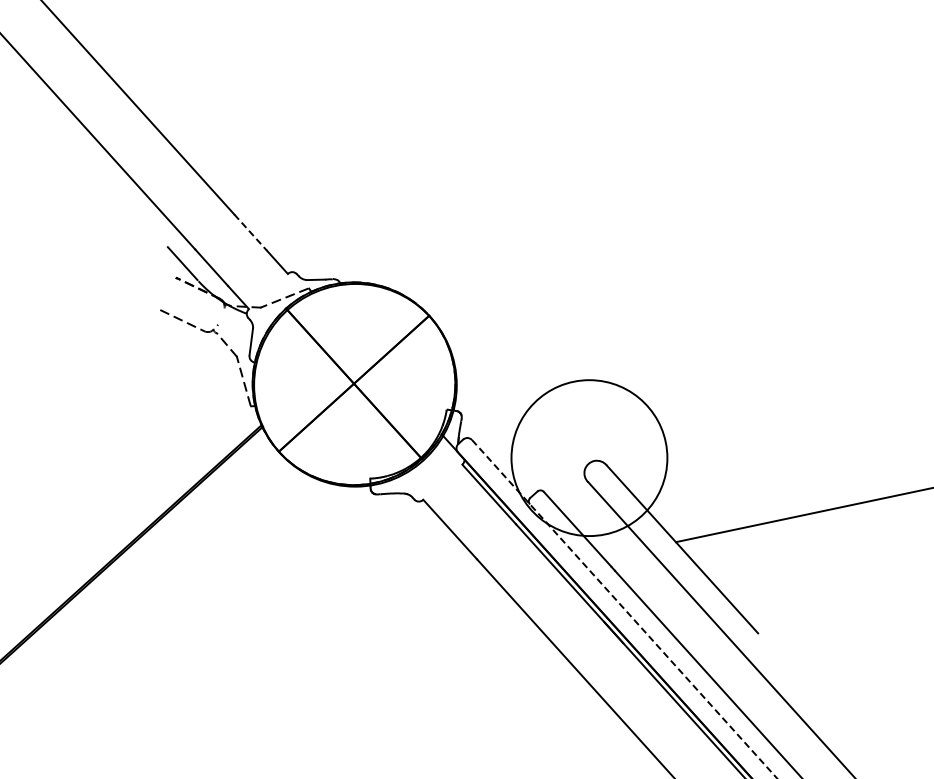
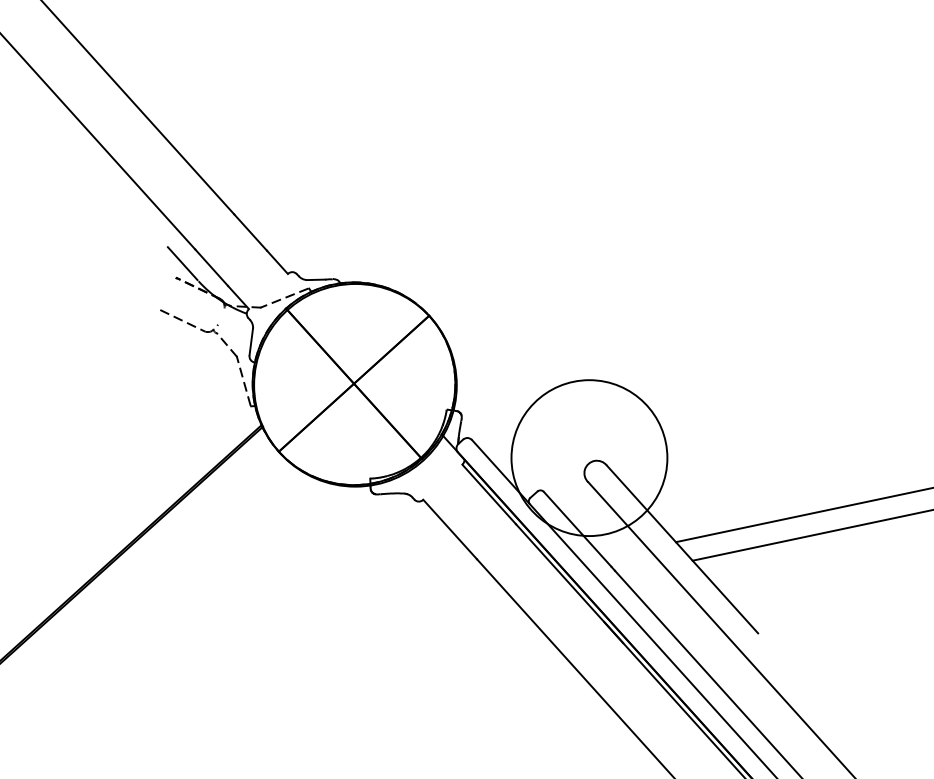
line at (251, 232): dashed -> solid
line at (811, 535): none -> present
line at (624, 609): dashed -> solid
